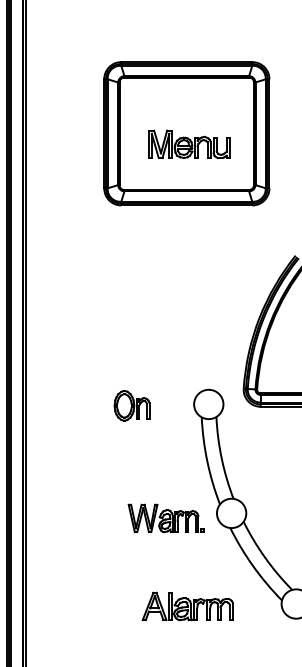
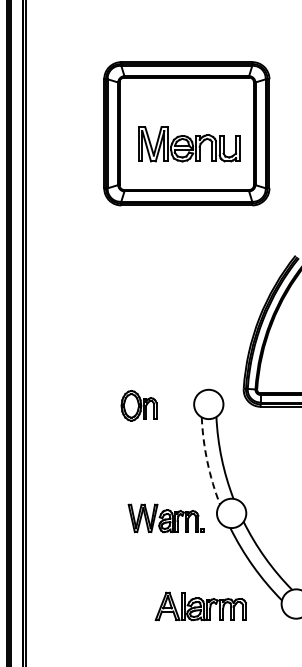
part at (189, 144) size: 83x31 px -> 103x37 px
part at (131, 405) position: (131, 405) -> (138, 405)
arc at (207, 461): solid -> dashed
part at (187, 606) position: (187, 606) -> (200, 606)
